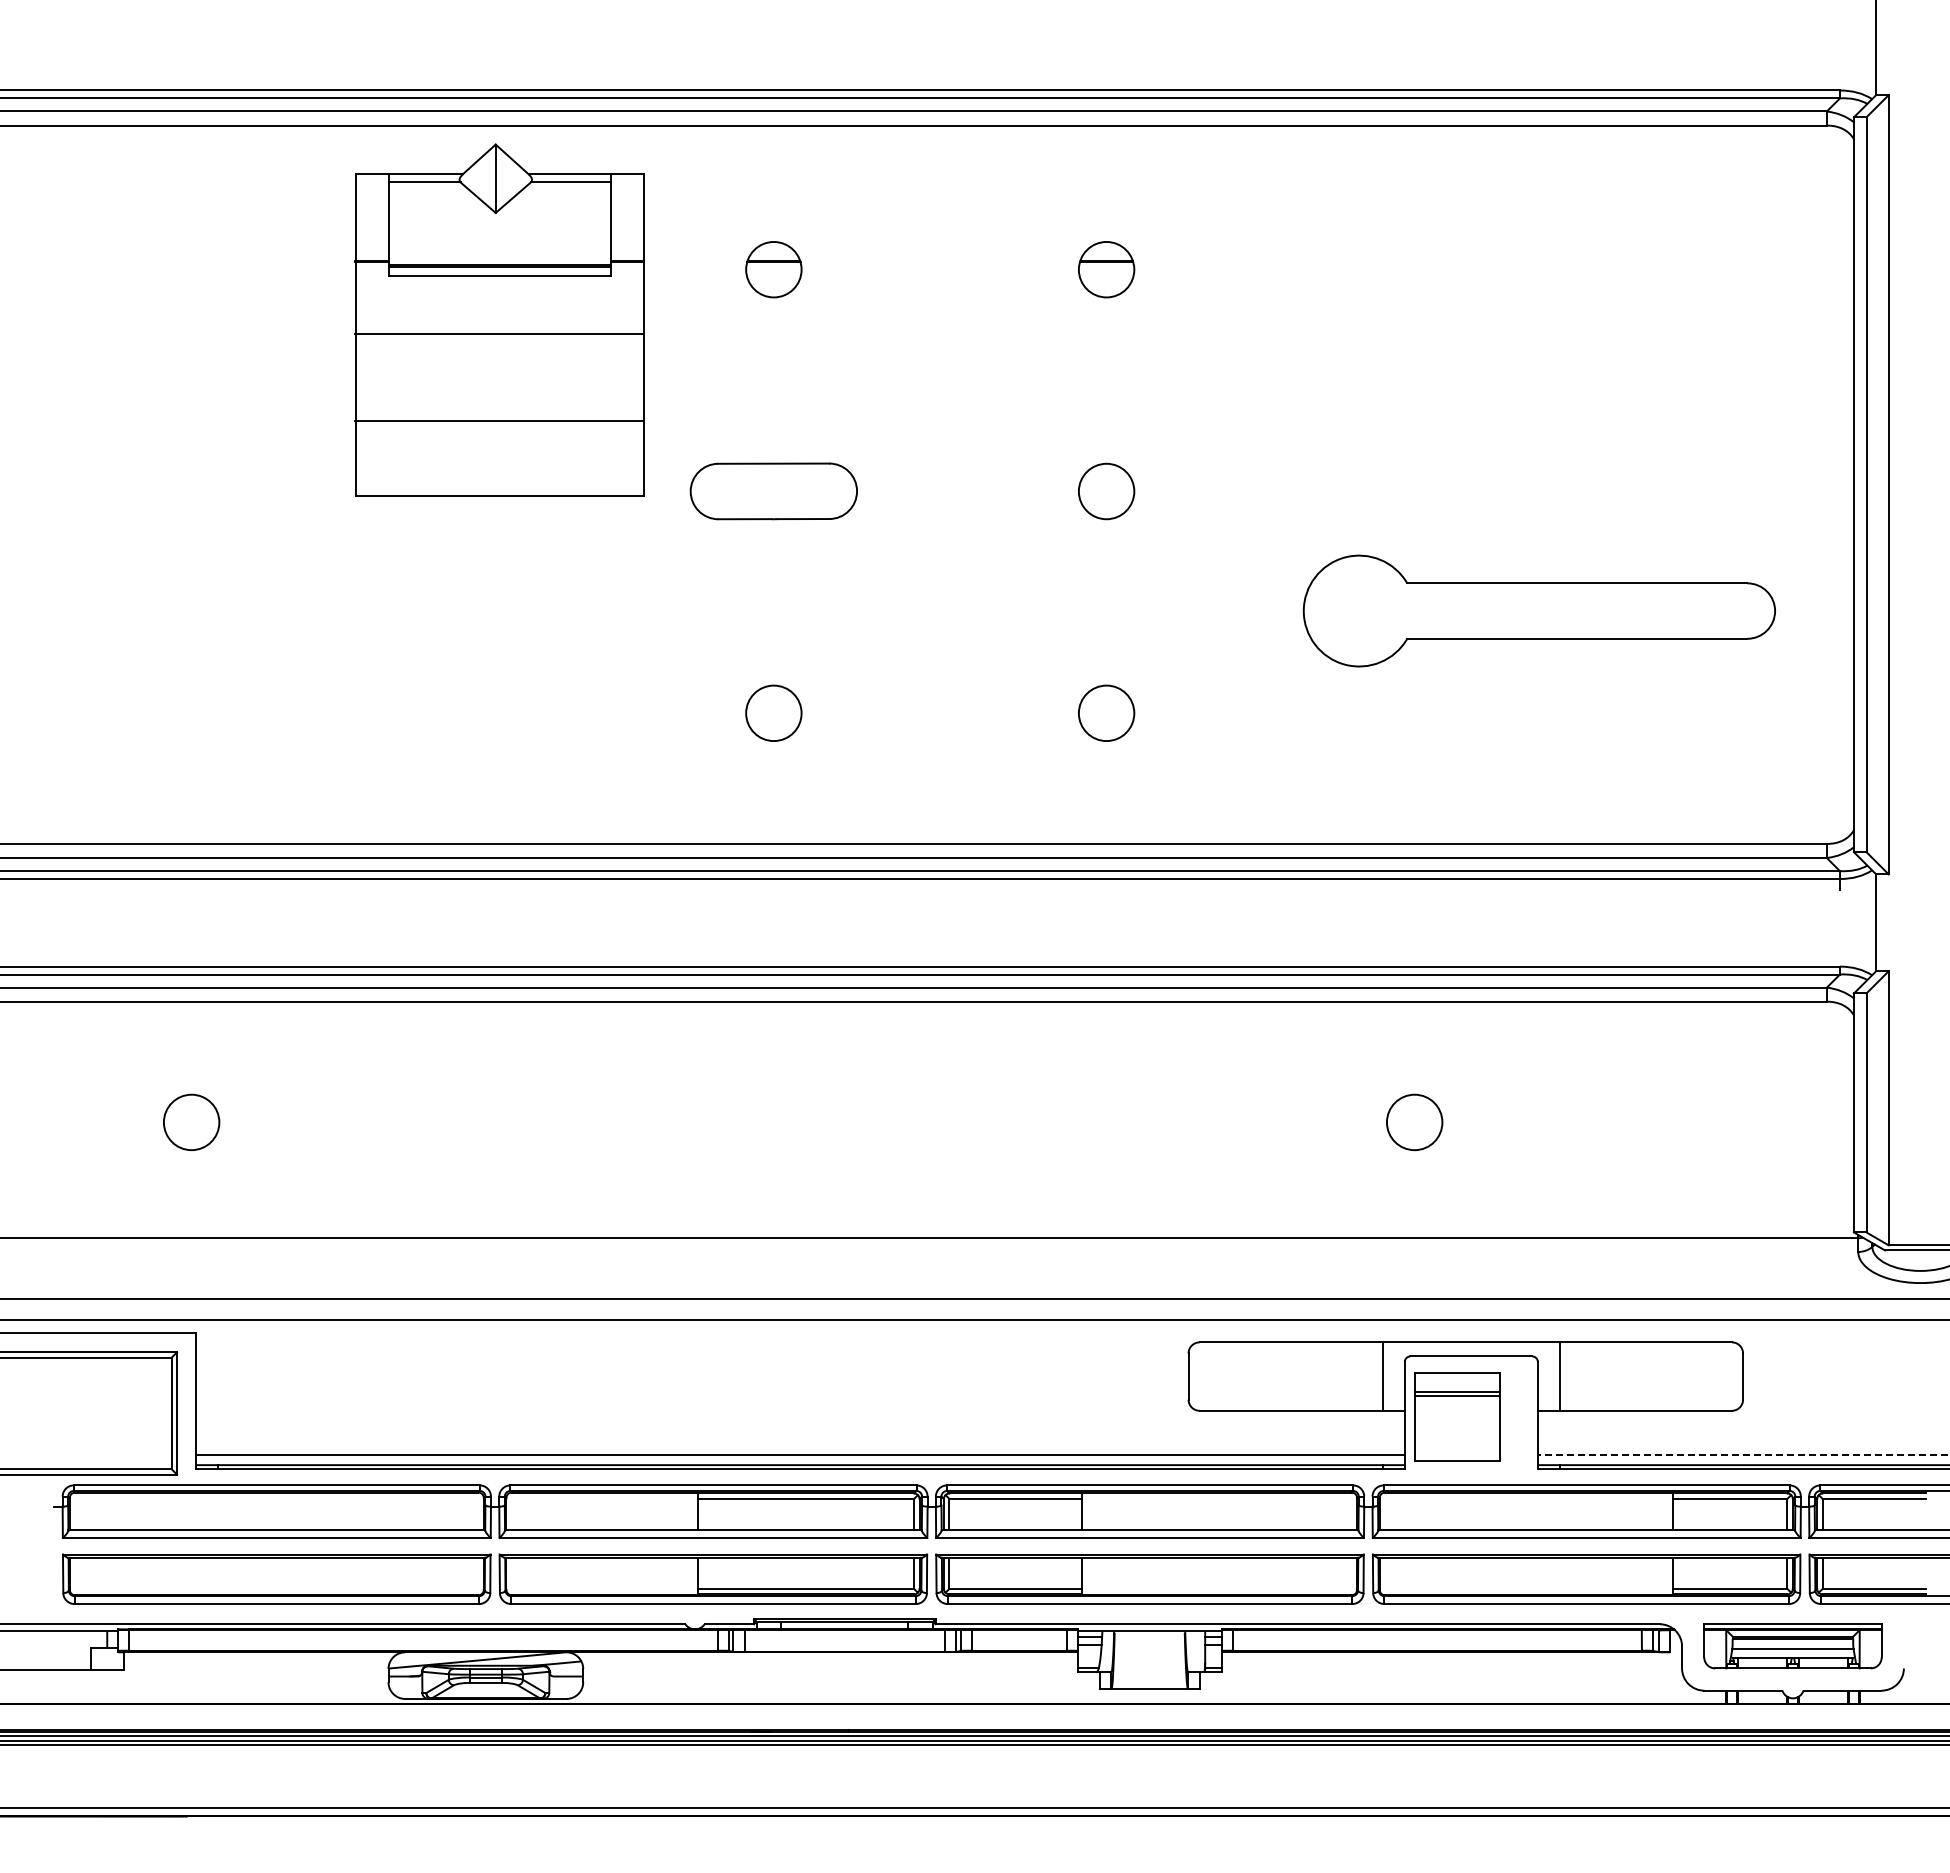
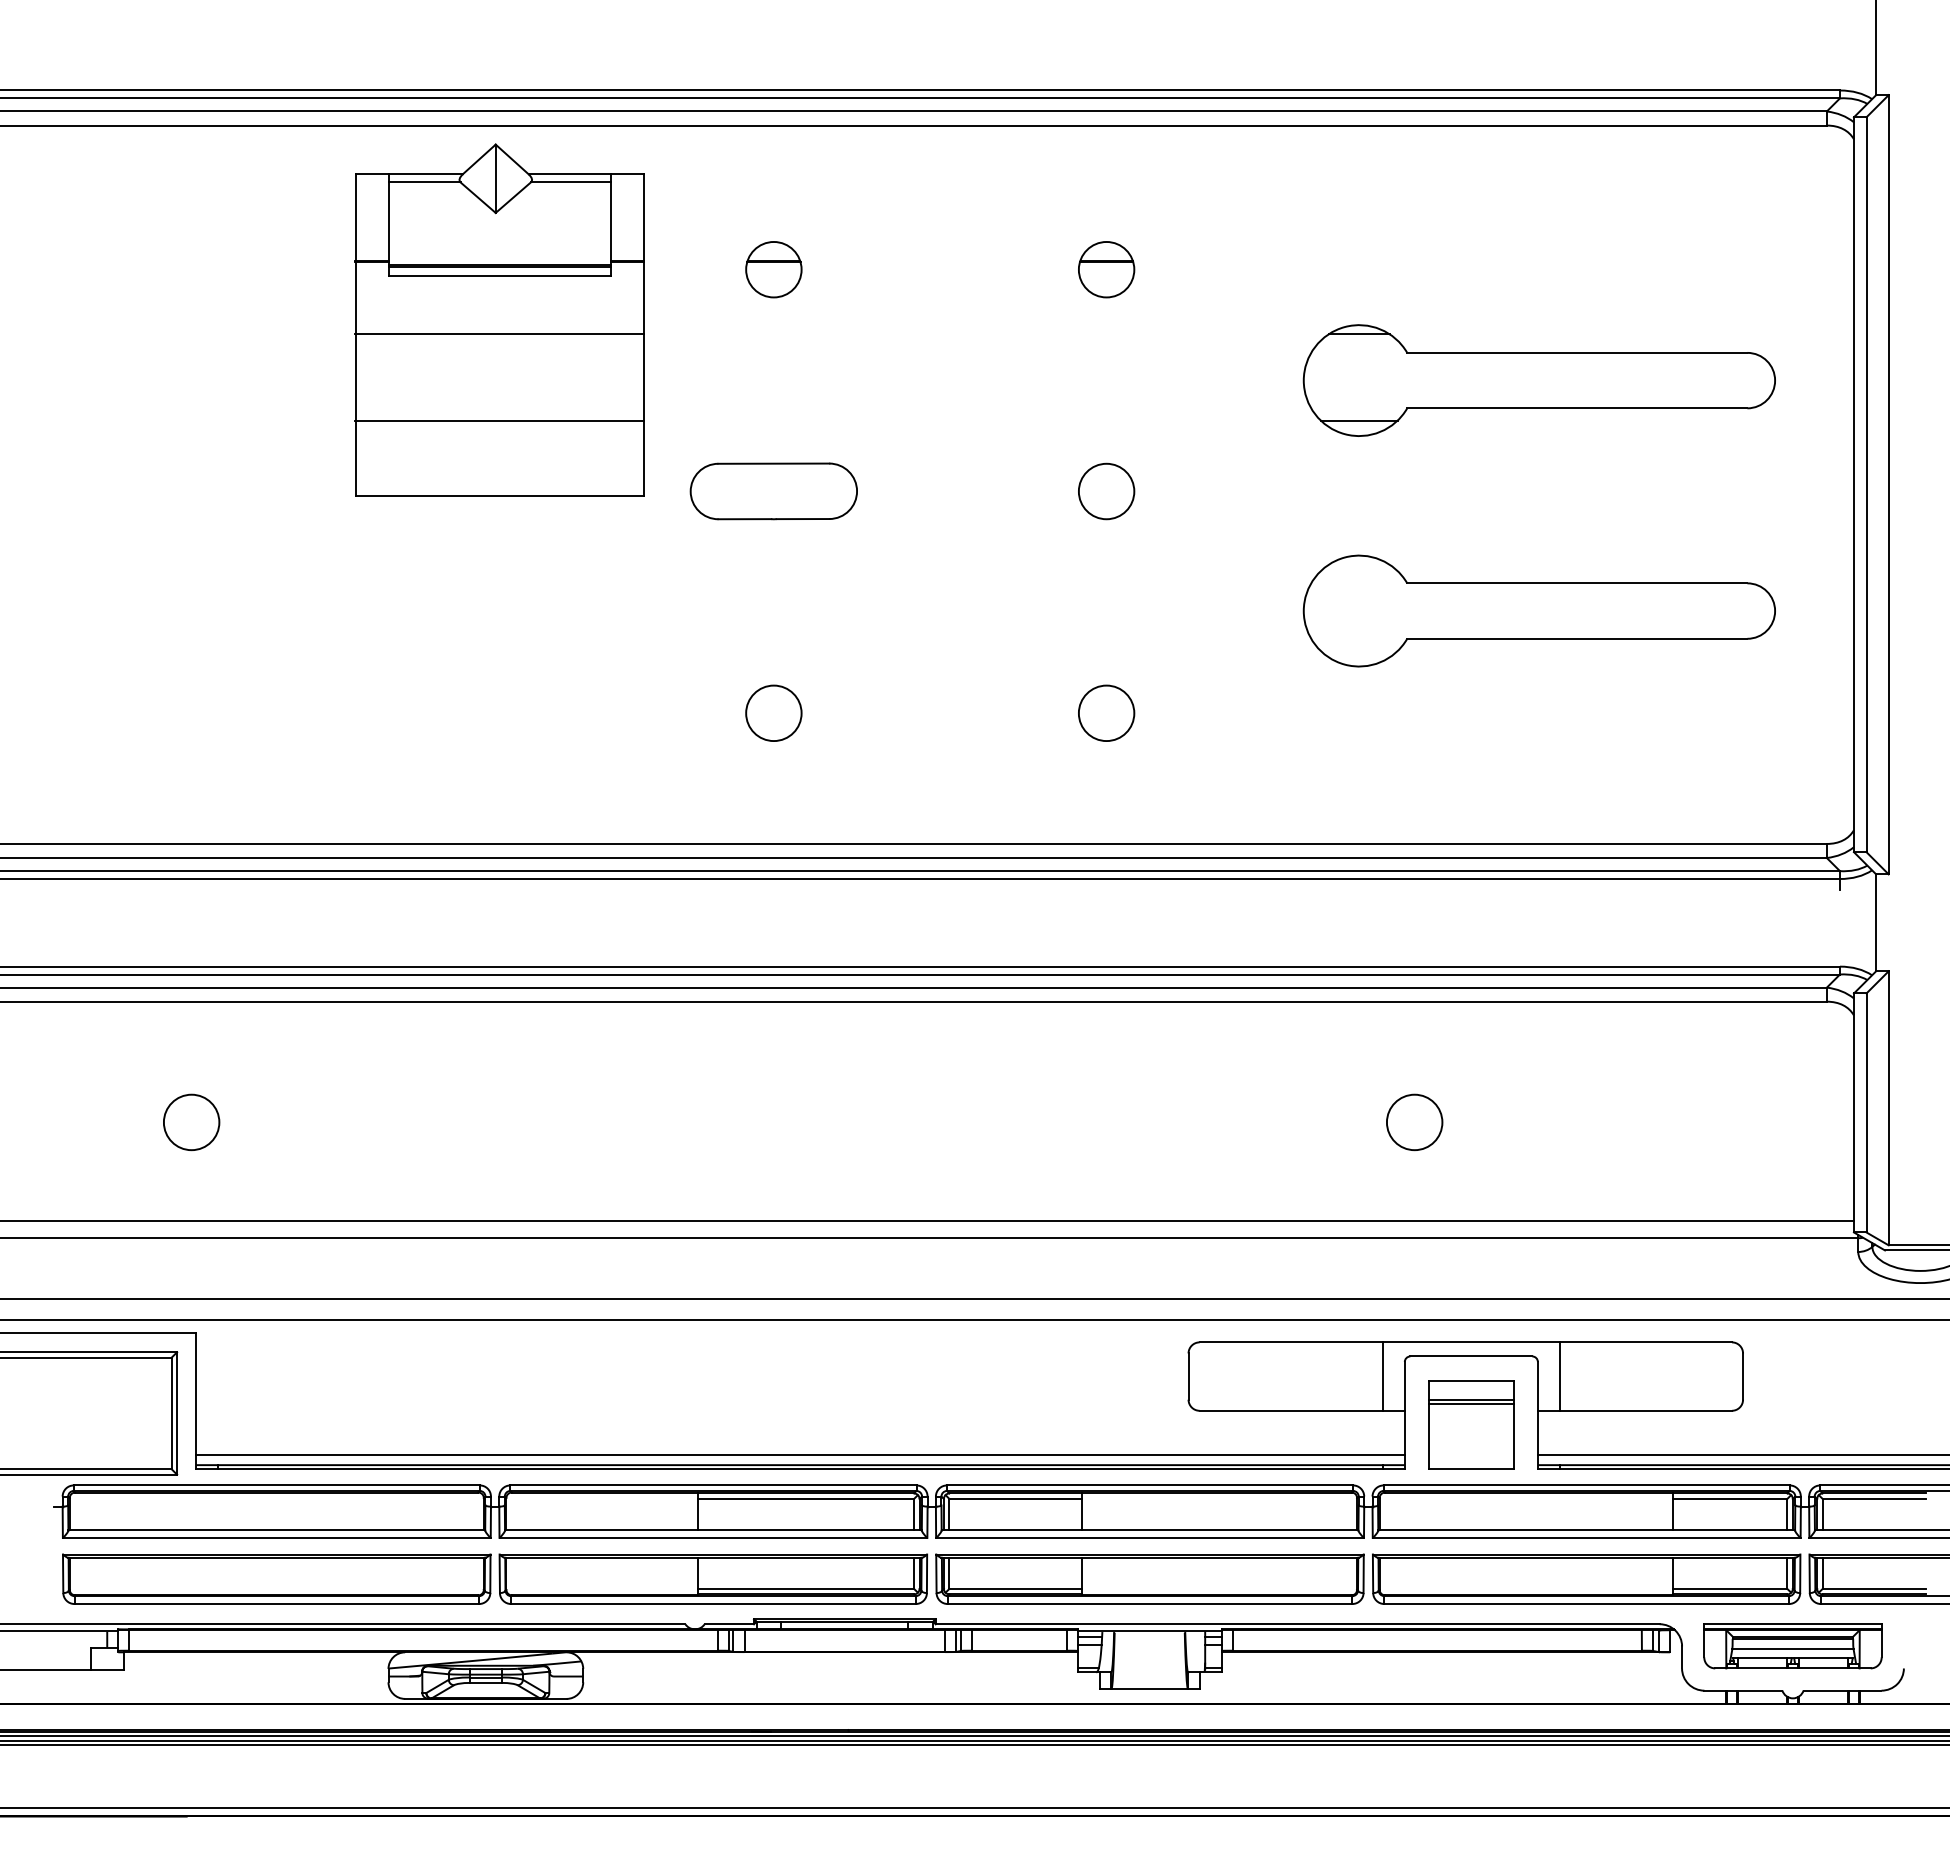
part at (1538, 380): none -> present
line at (927, 1220): none -> present
part at (1457, 1416) position: (1457, 1416) -> (1471, 1424)
line at (1743, 1455): dashed -> solid
